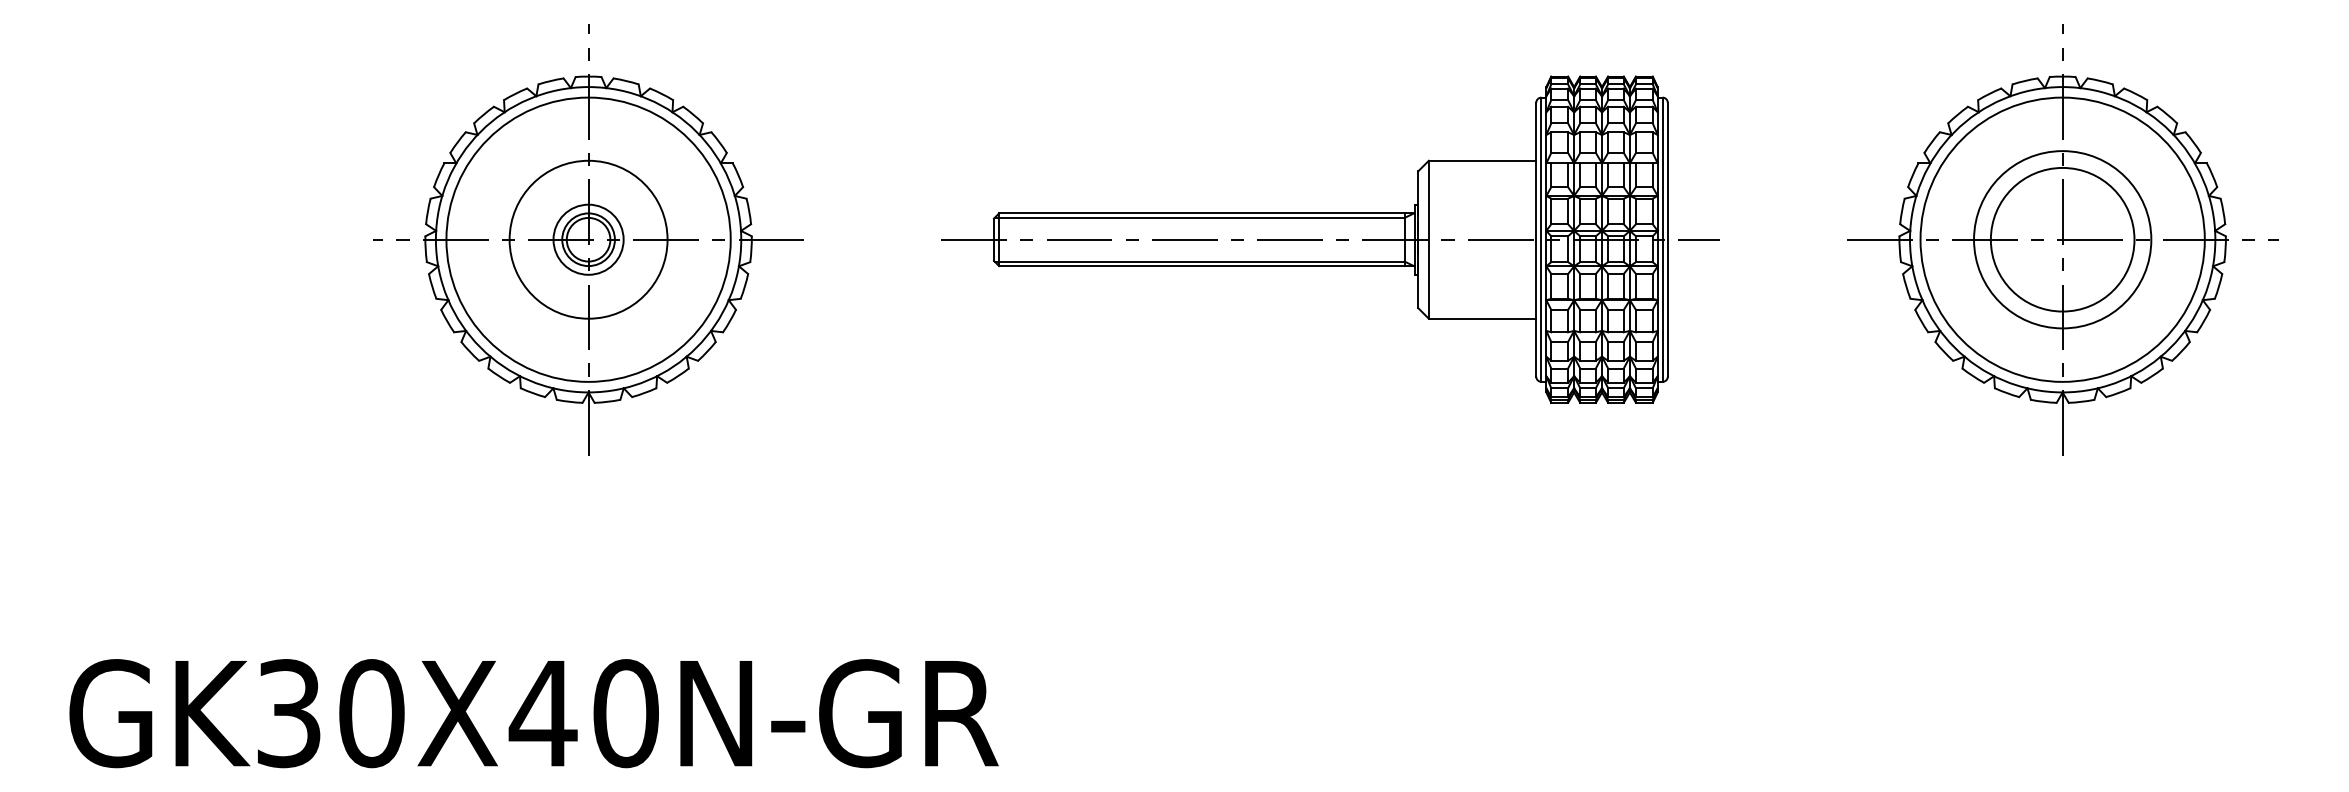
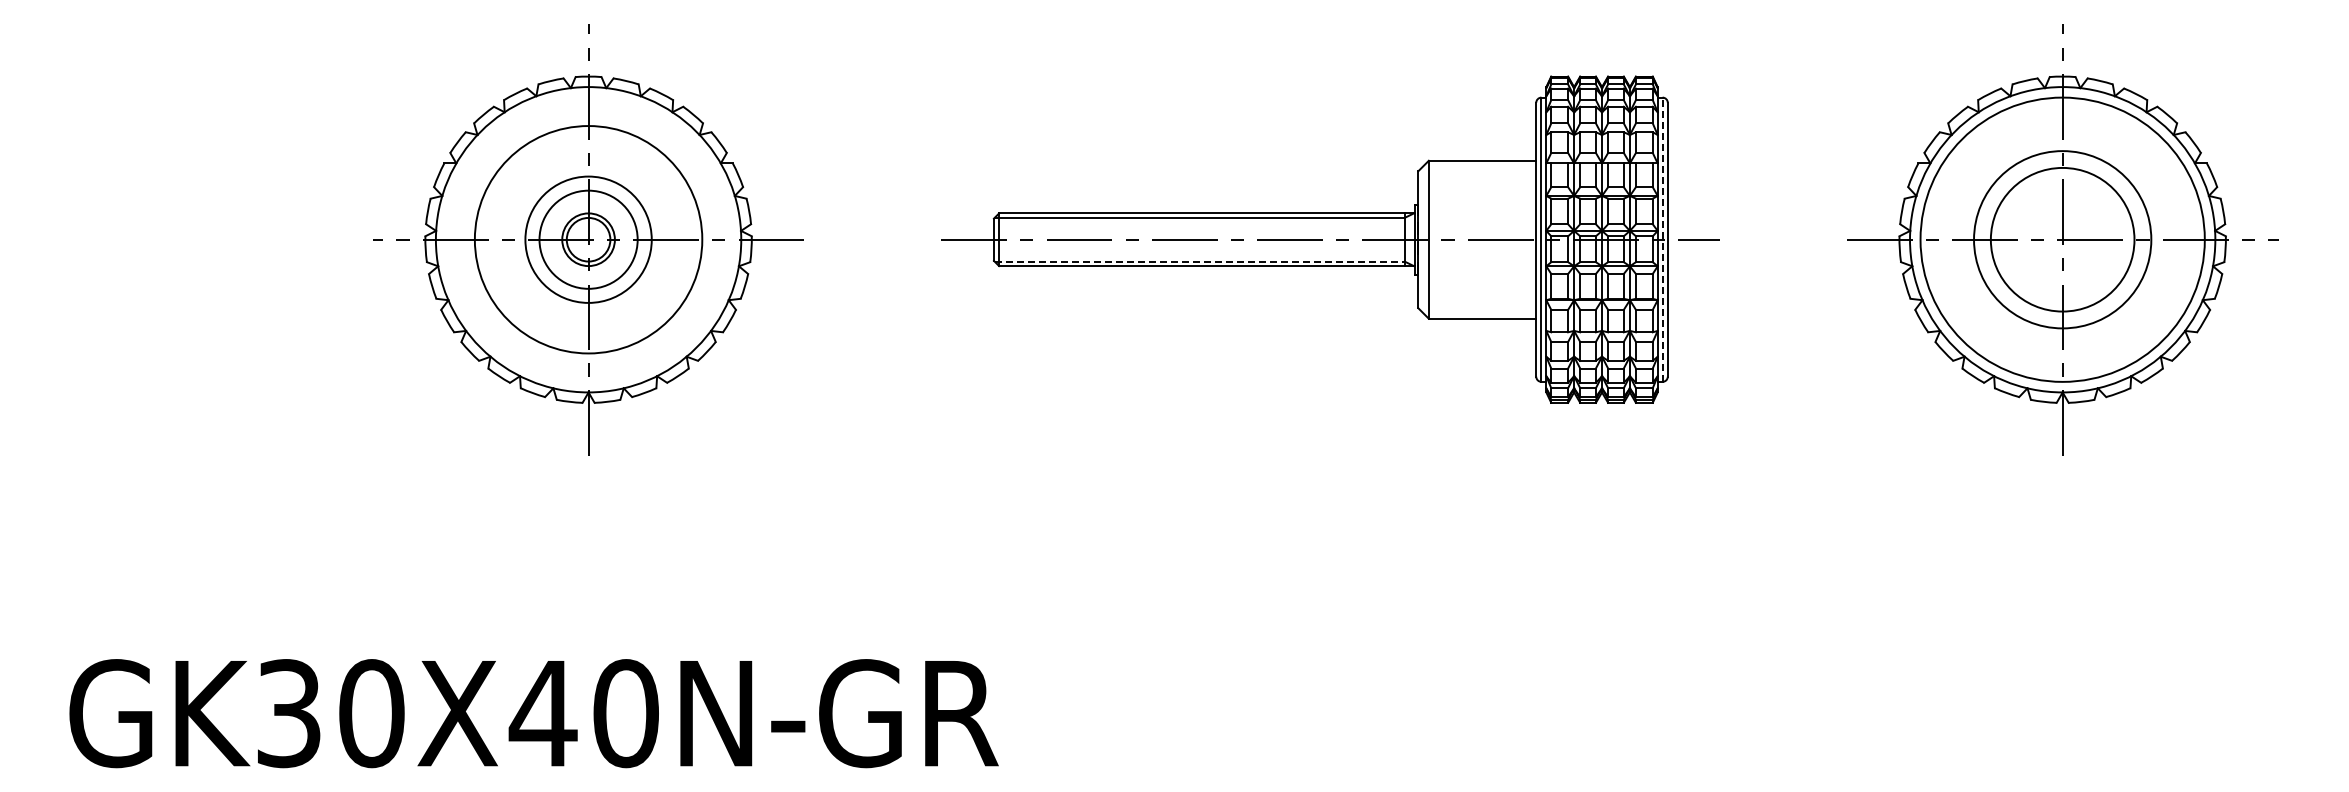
circle at (588, 239) diameter: 158 px -> 126 px
circle at (588, 239) diameter: 284 px -> 227 px
circle at (588, 239) diameter: 70 px -> 98 px
line at (1662, 239): solid -> dashed
line at (1200, 261): solid -> dashed
